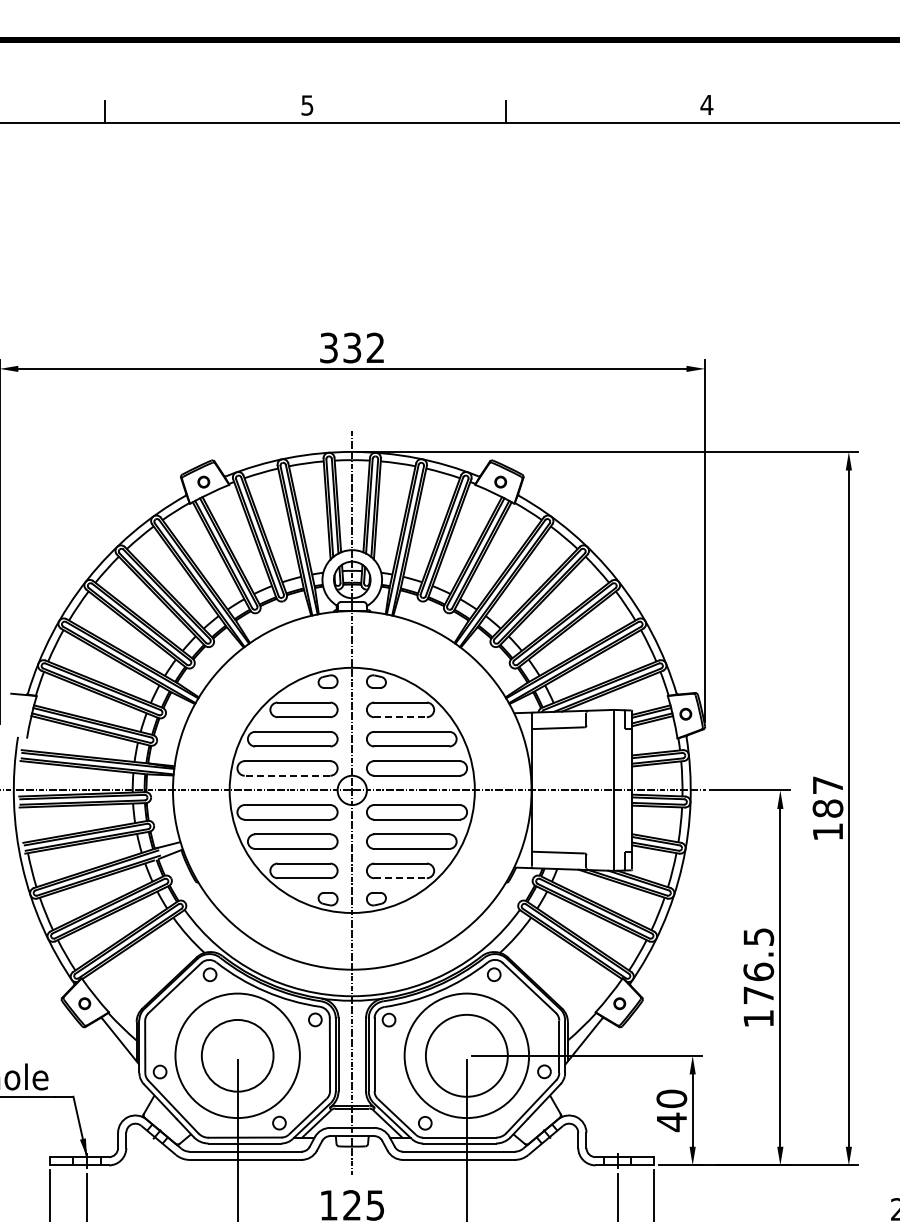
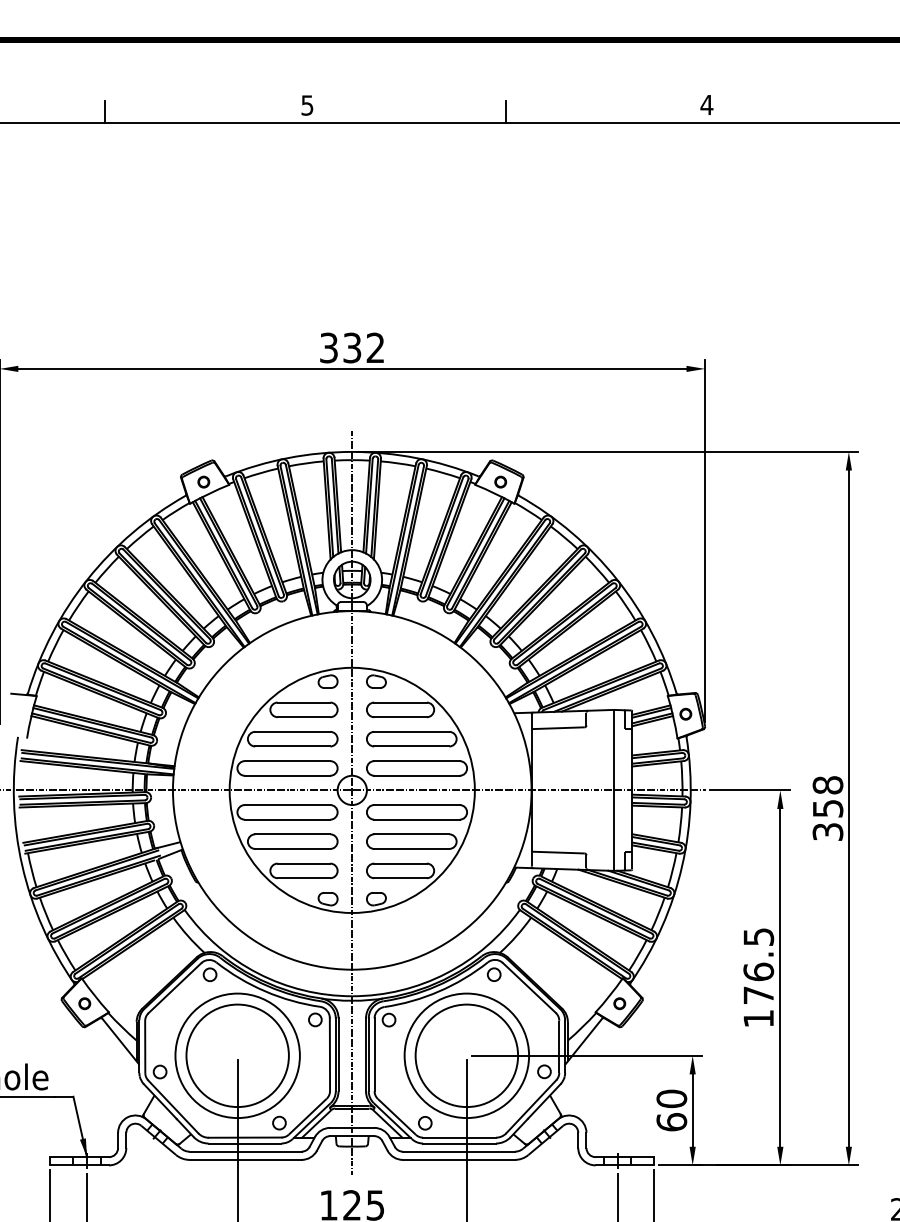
line at (401, 717): dashed -> solid
line at (287, 775): dashed -> solid
text at (827, 808): 187 -> 358
line at (401, 878): dashed -> solid
circle at (237, 1055) diameter: 72 px -> 102 px
circle at (466, 1055) diameter: 82 px -> 102 px
text at (671, 1122): 40 -> 60
